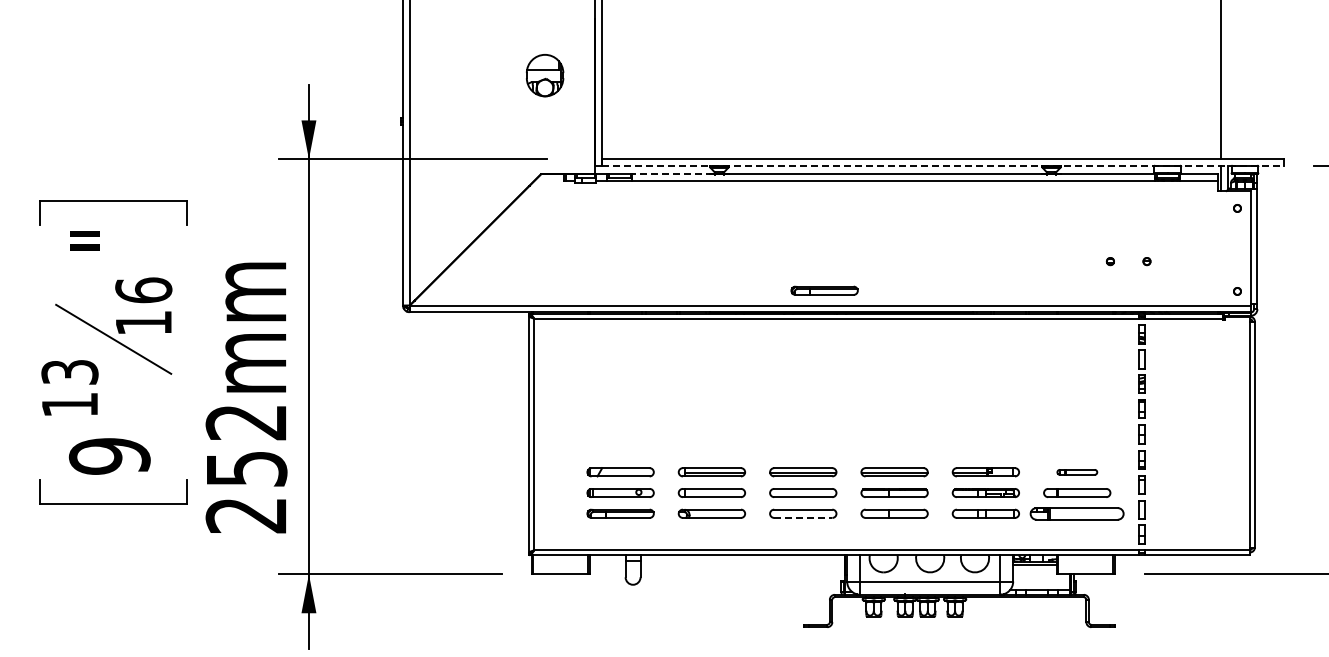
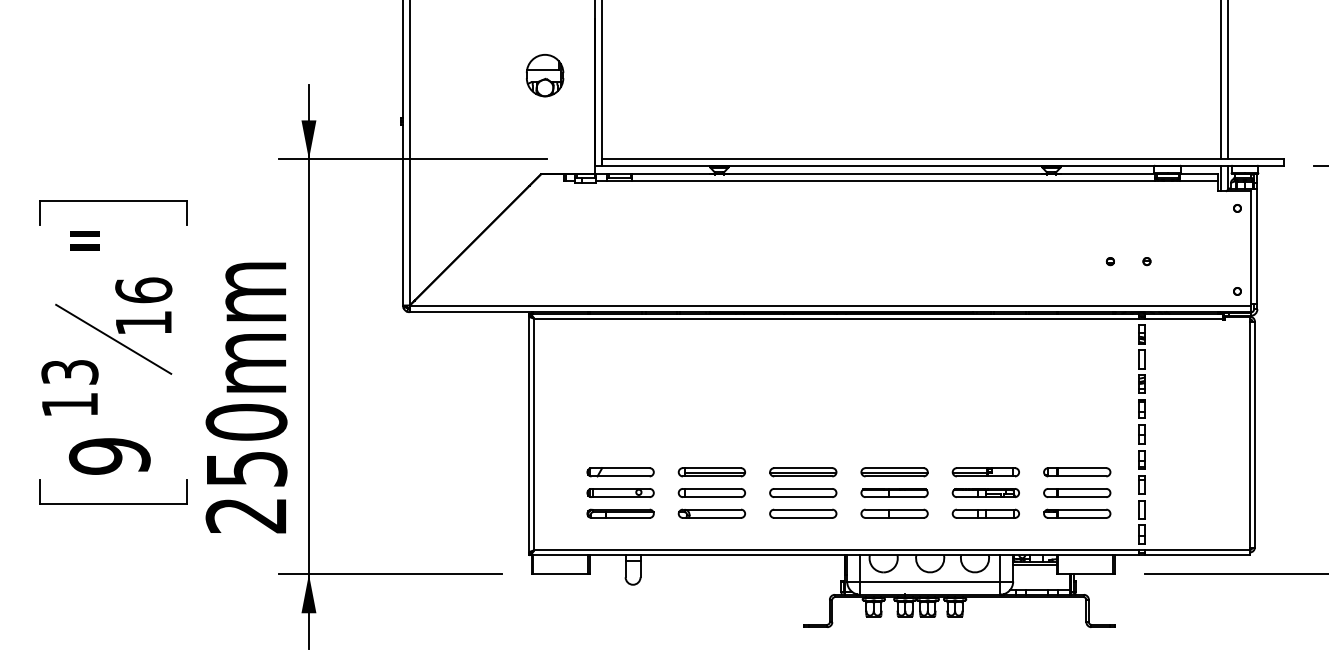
line at (1227, 80): none -> present
line at (943, 165): dashed -> solid
line at (672, 174): dashed -> solid
part at (824, 290): present -> none
text at (246, 422): 252mm -> 250mm
part at (1077, 472) size: 43x7 px -> 69x11 px
part at (1076, 513) size: 96x14 px -> 69x11 px
line at (803, 517): dashed -> solid
